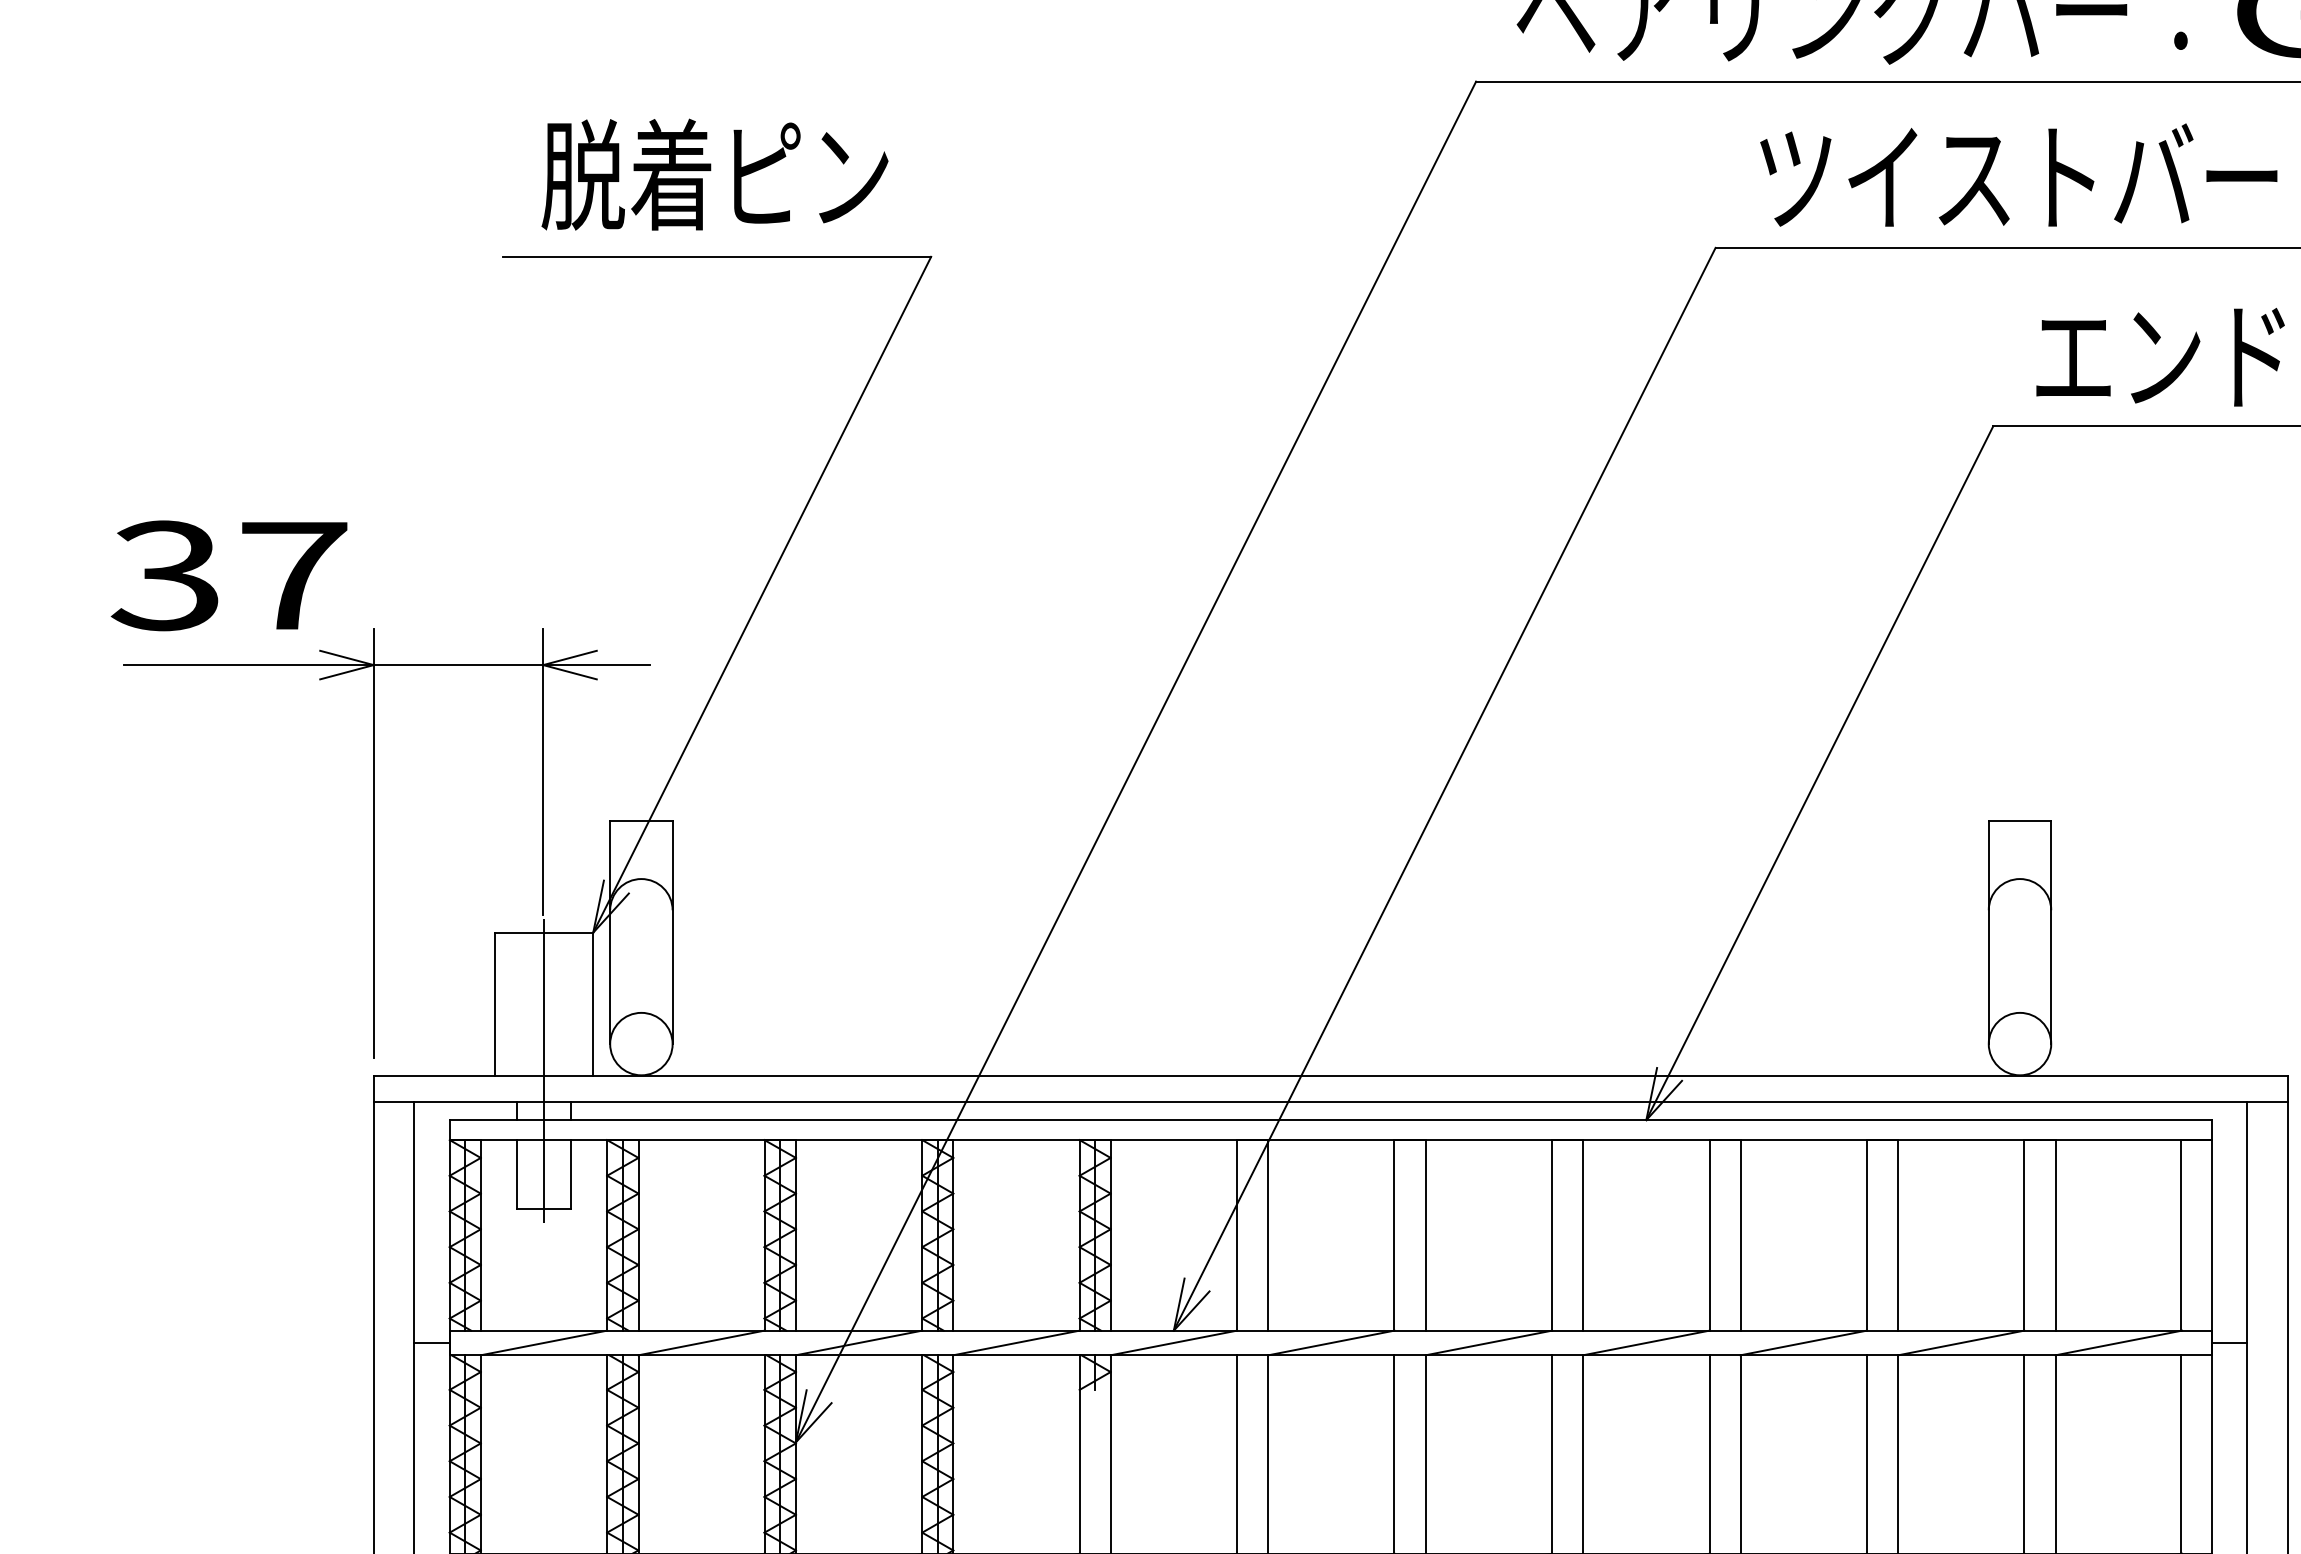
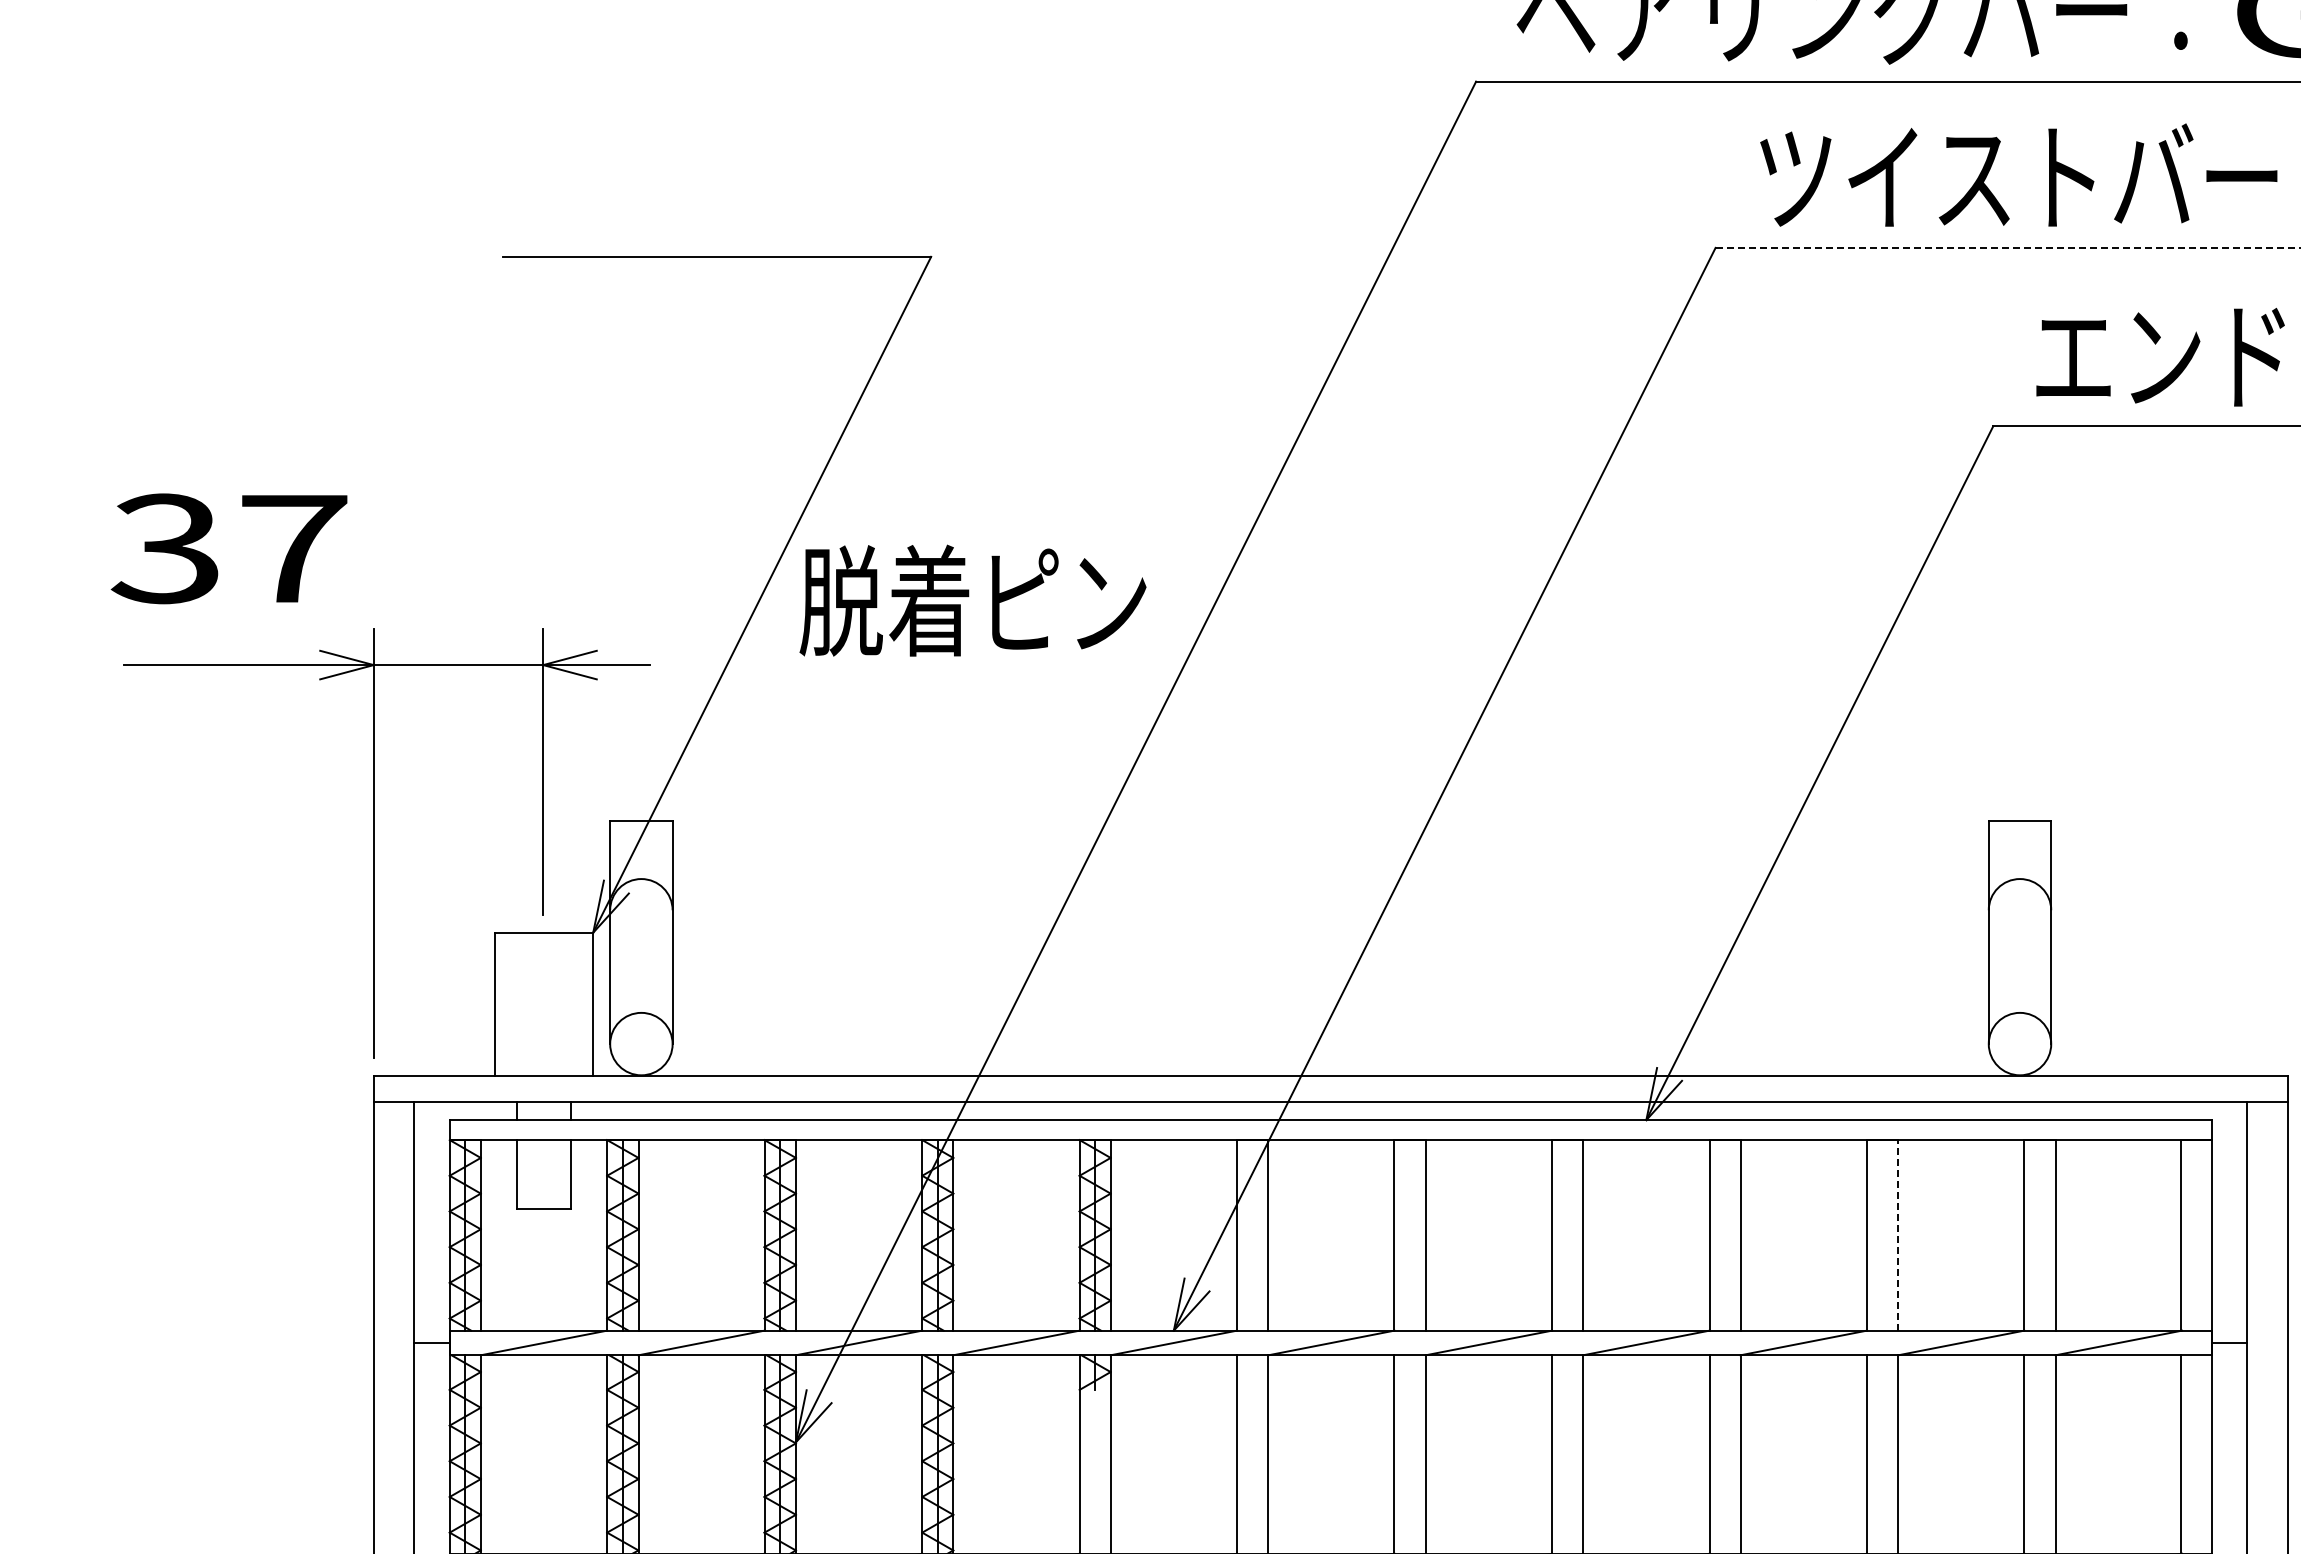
text at (714, 174) position: (714, 174) -> (972, 600)
line at (2008, 247): solid -> dashed
text at (228, 575) position: (228, 575) -> (228, 548)
line at (543, 1070): present -> none
line at (1898, 1234): solid -> dashed
